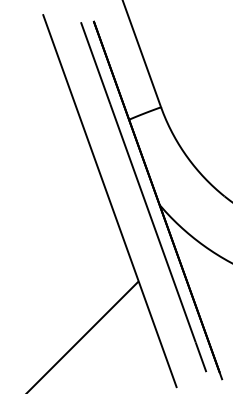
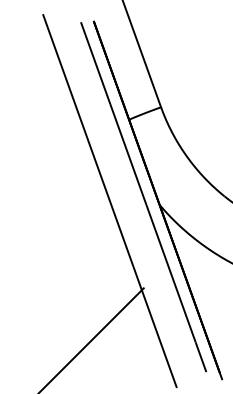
line at (83, 336) position: (83, 336) -> (92, 339)
